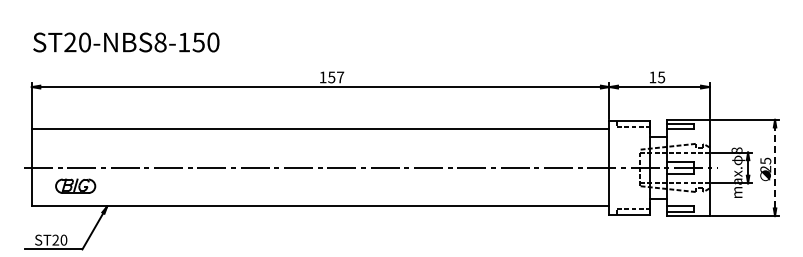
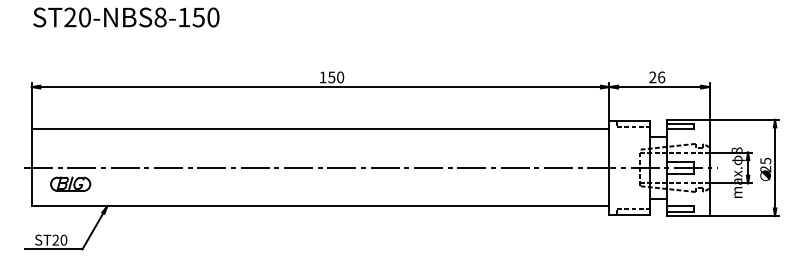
text at (126, 42) position: (126, 42) -> (126, 17)
text at (340, 77): 157 -> 150
text at (657, 77): 15 -> 26
line at (775, 167): dashed -> solid
part at (75, 185) position: (75, 185) -> (70, 183)
